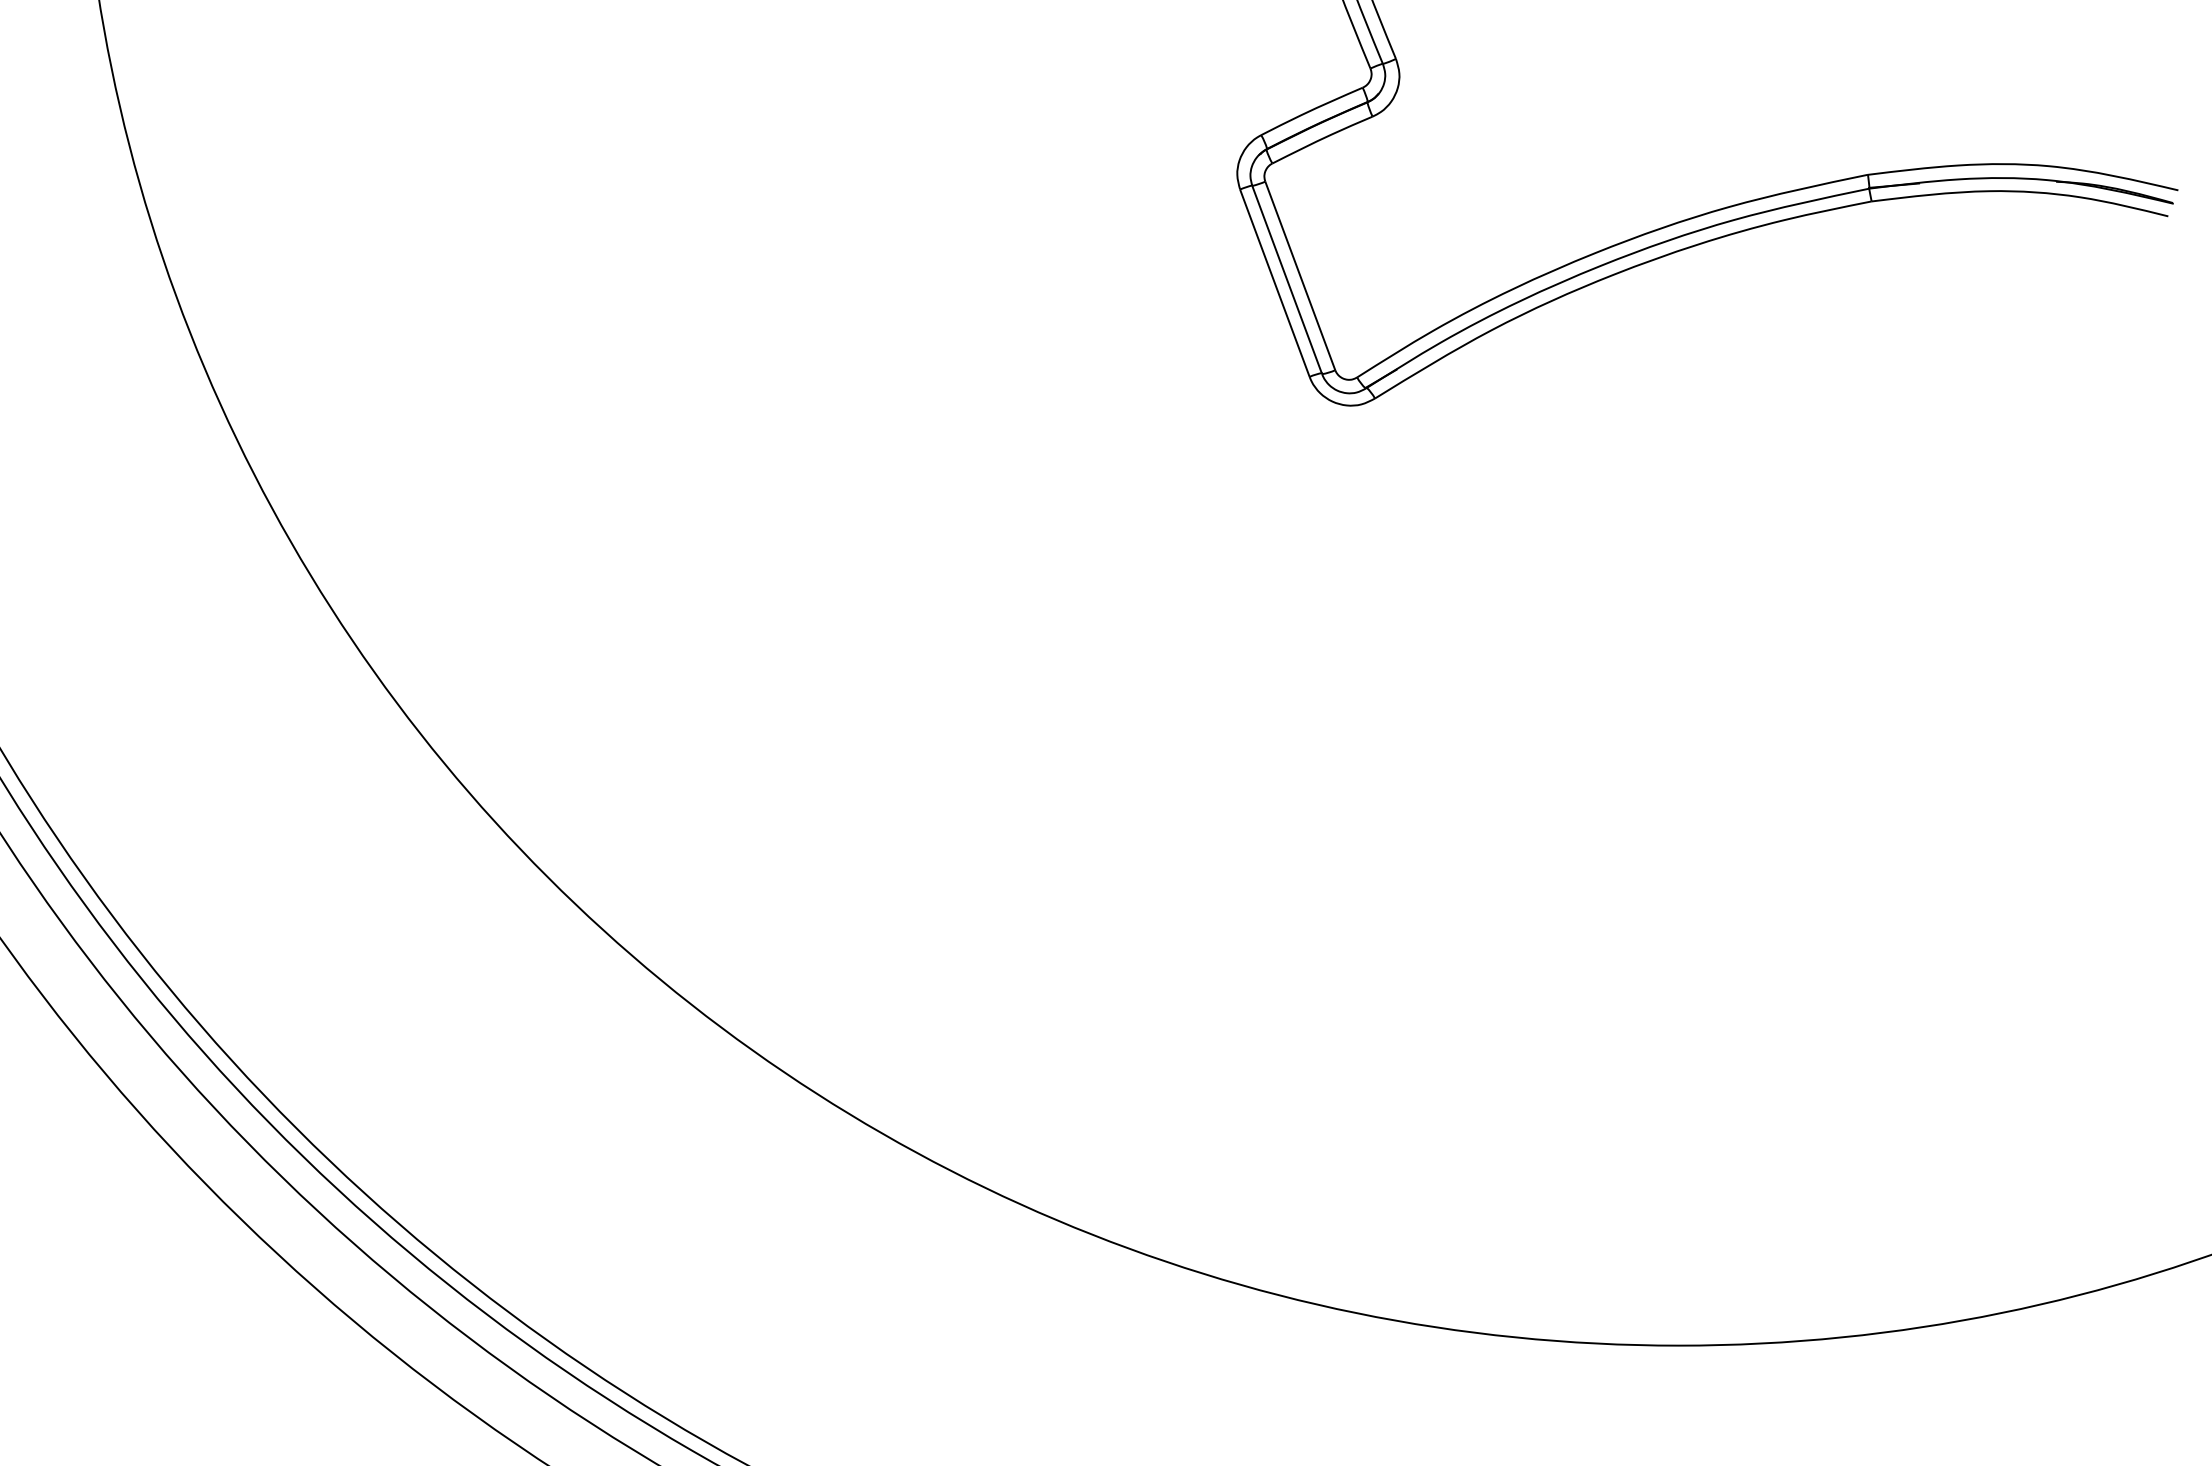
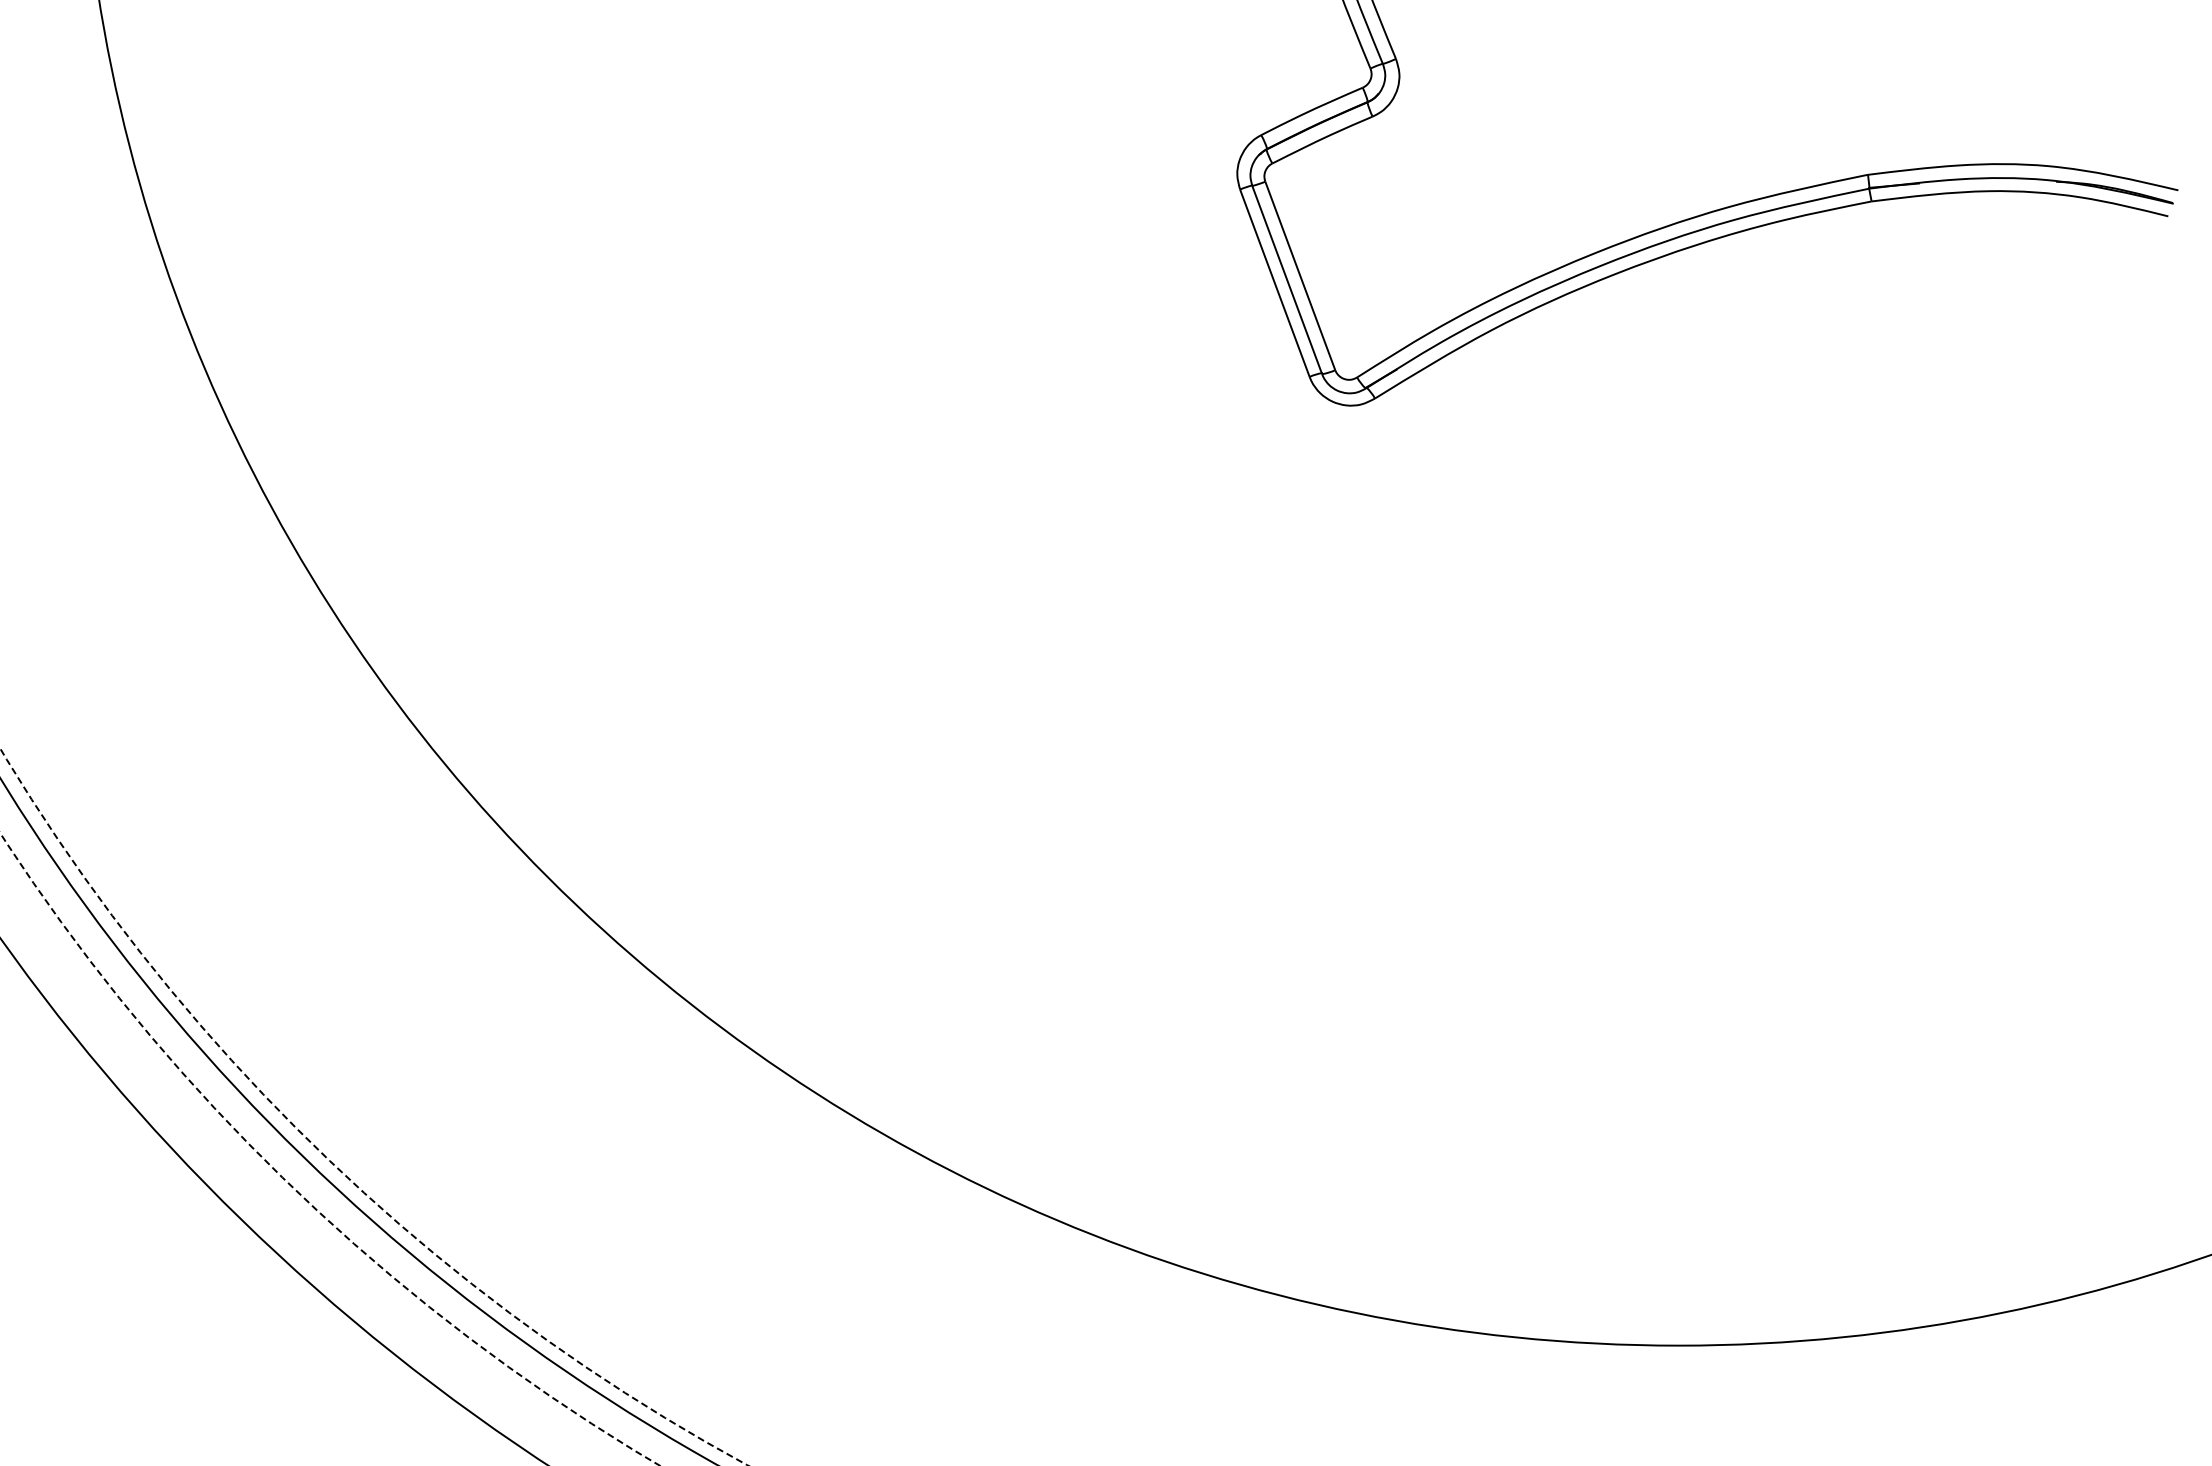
circle at (374, 1106): solid -> dashed
arc at (292, 1187): solid -> dashed
